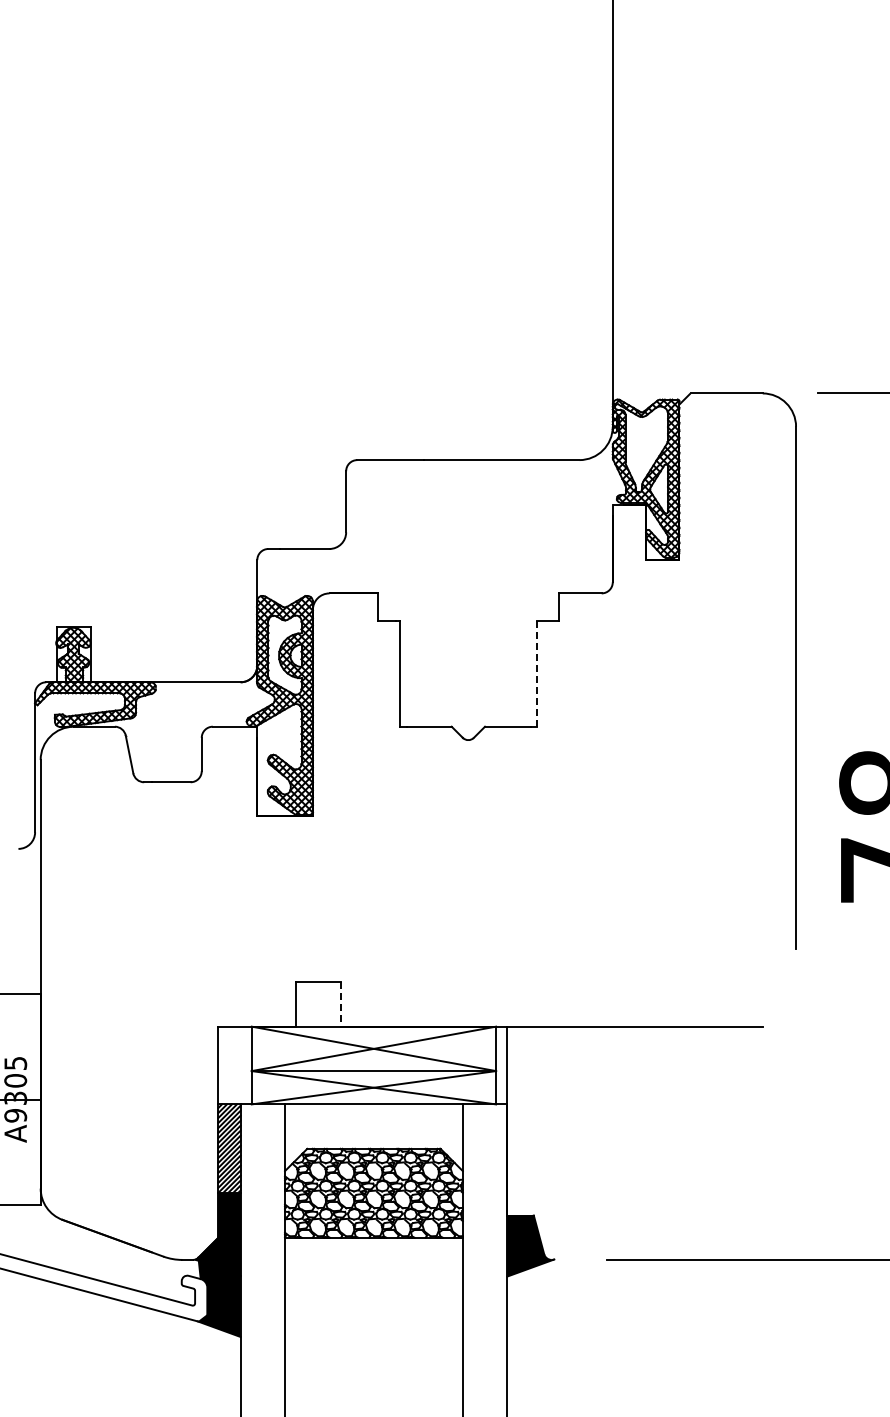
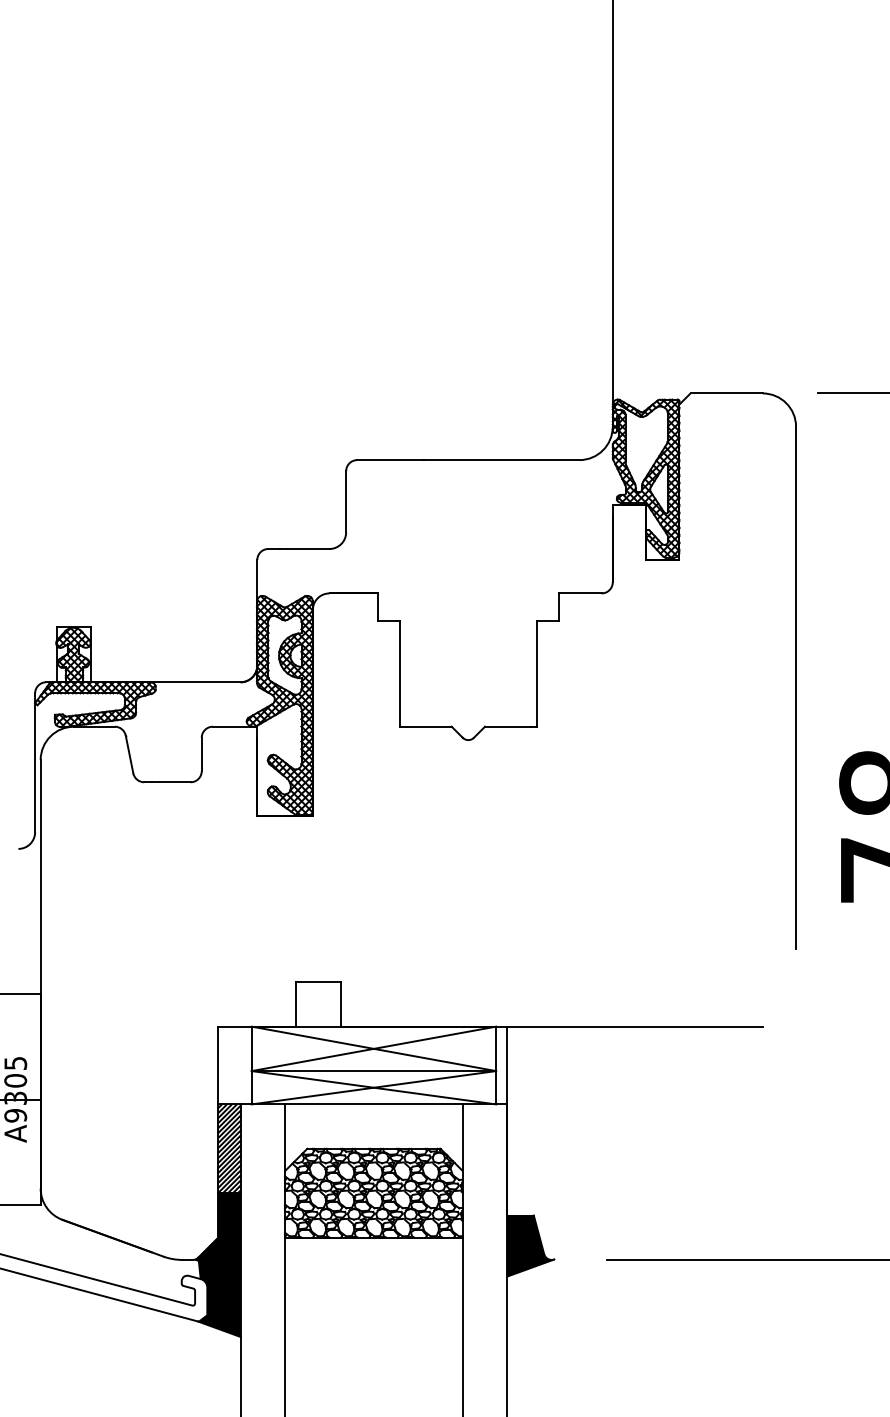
line at (536, 673): dashed -> solid
line at (340, 1004): dashed -> solid
